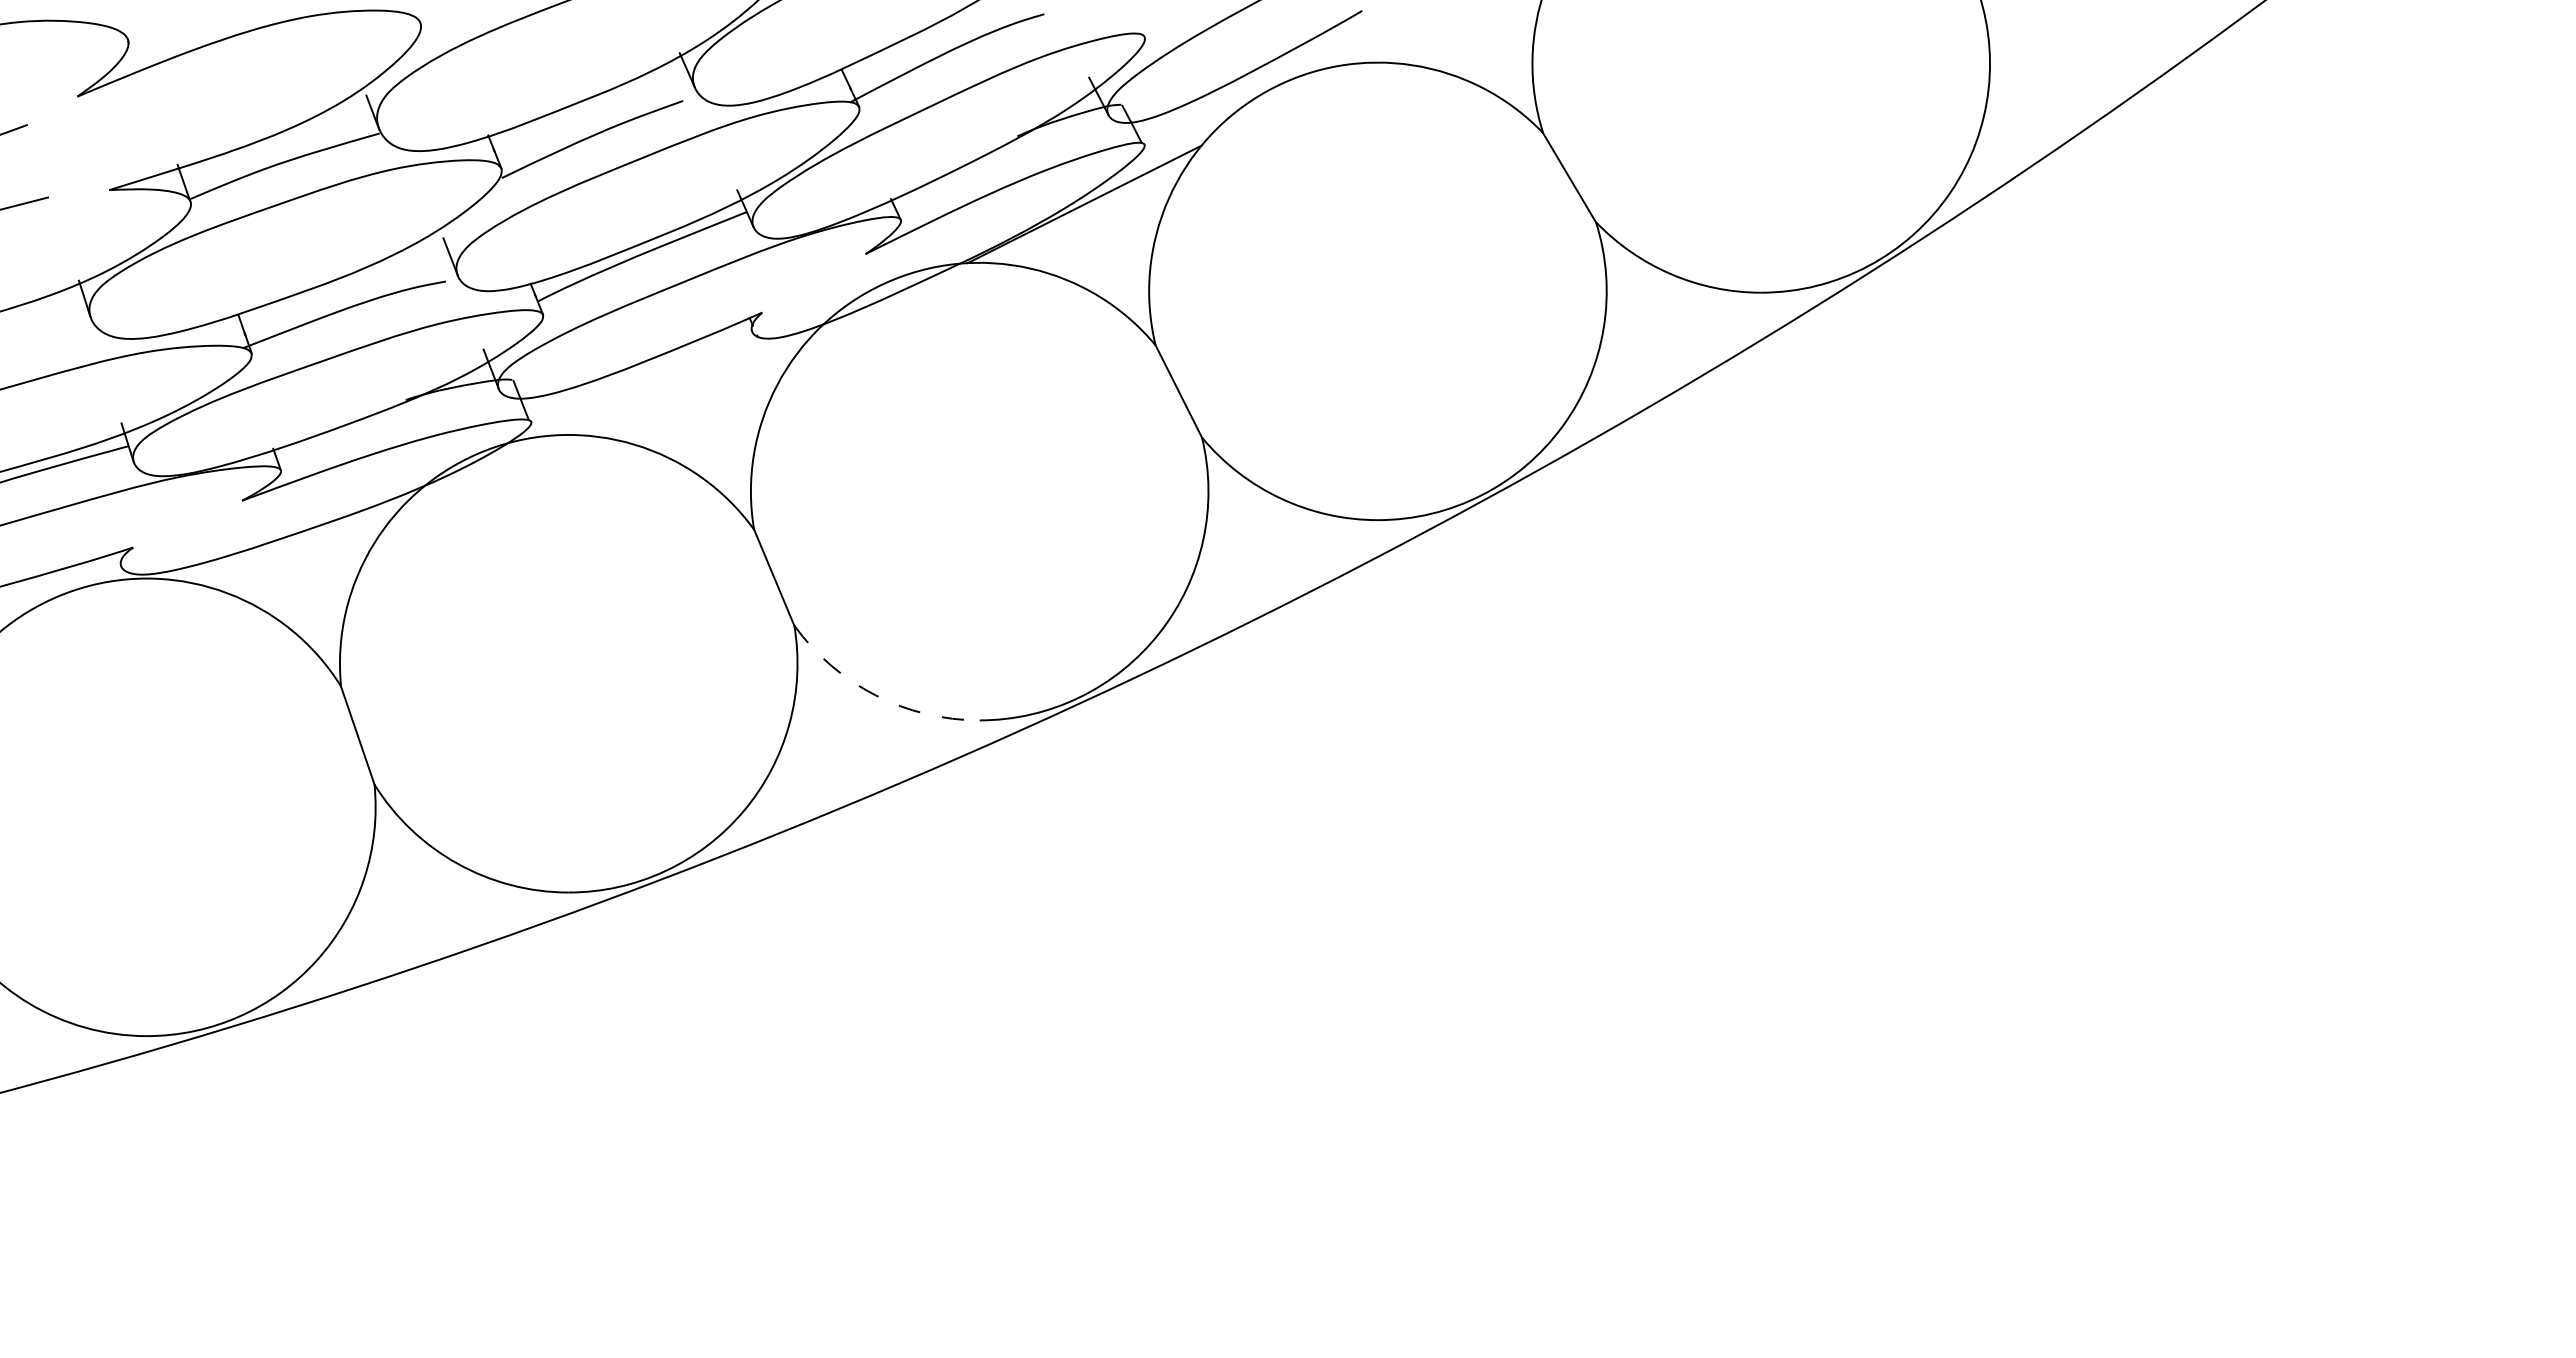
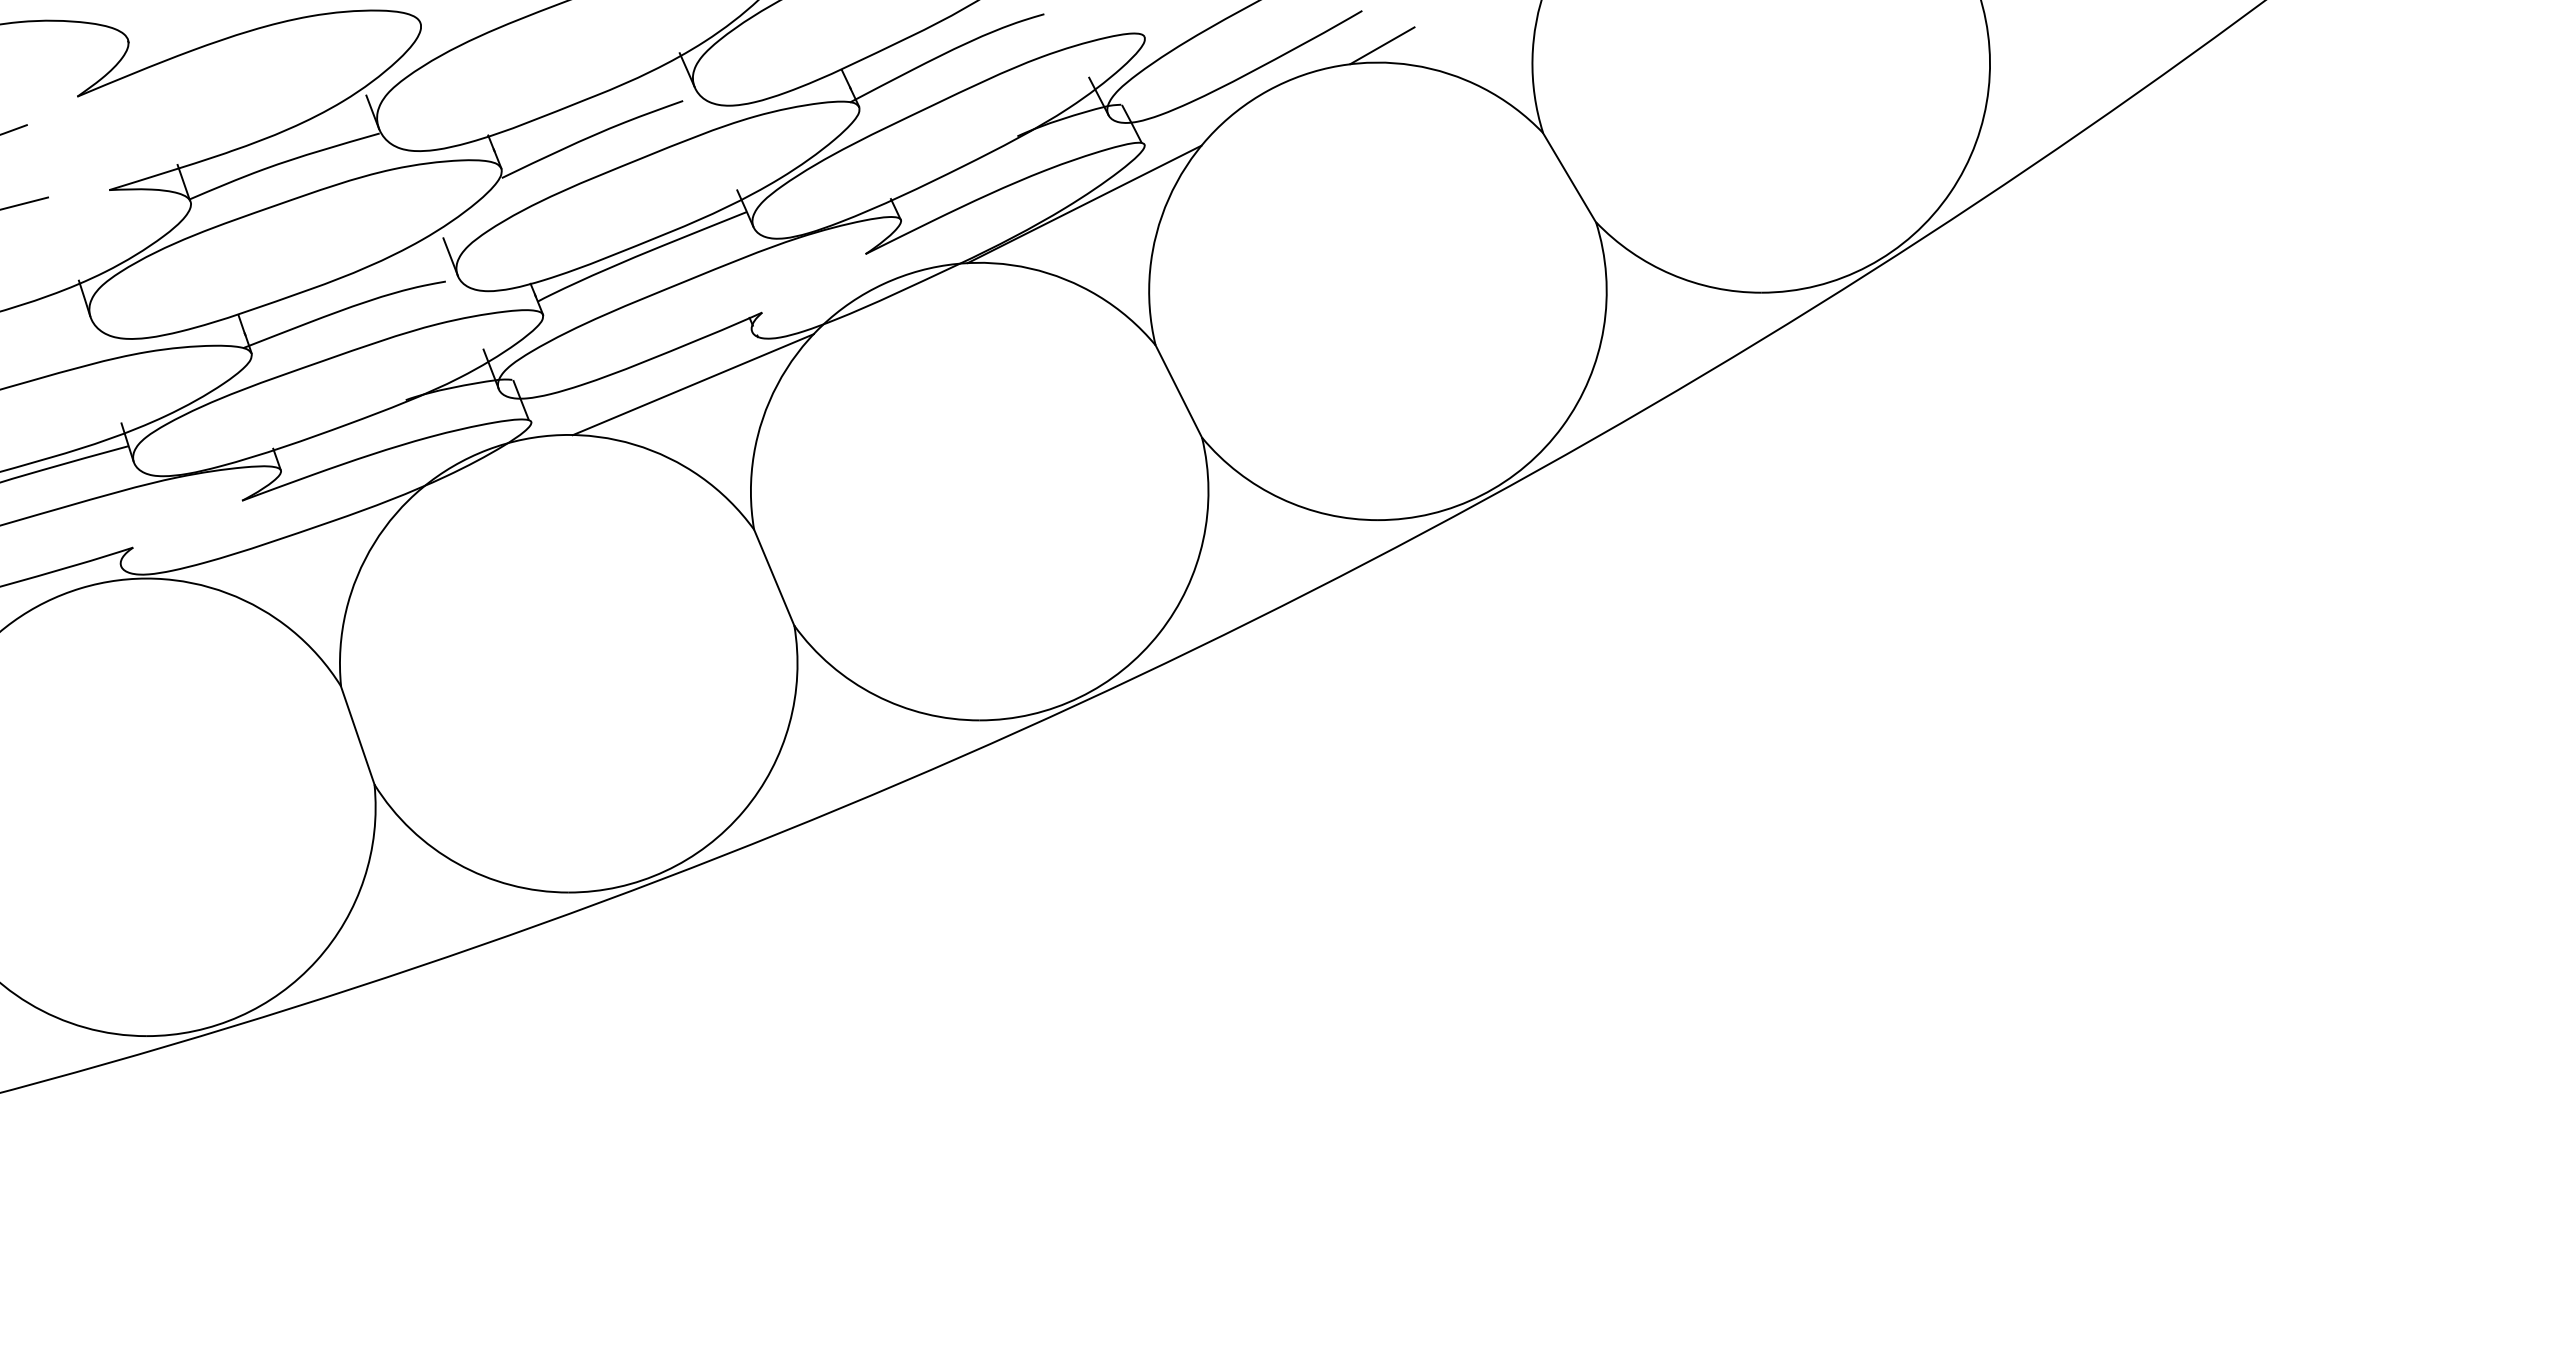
line at (1382, 45): none -> present
line at (692, 384): none -> present
arc at (875, 695): dashed -> solid
